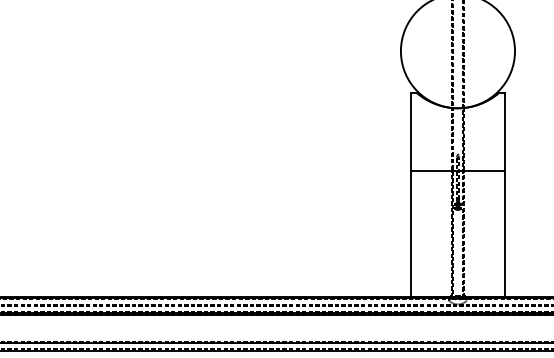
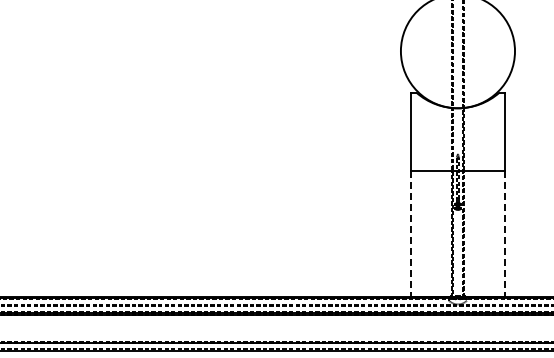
line at (410, 234): solid -> dashed
line at (505, 234): solid -> dashed
